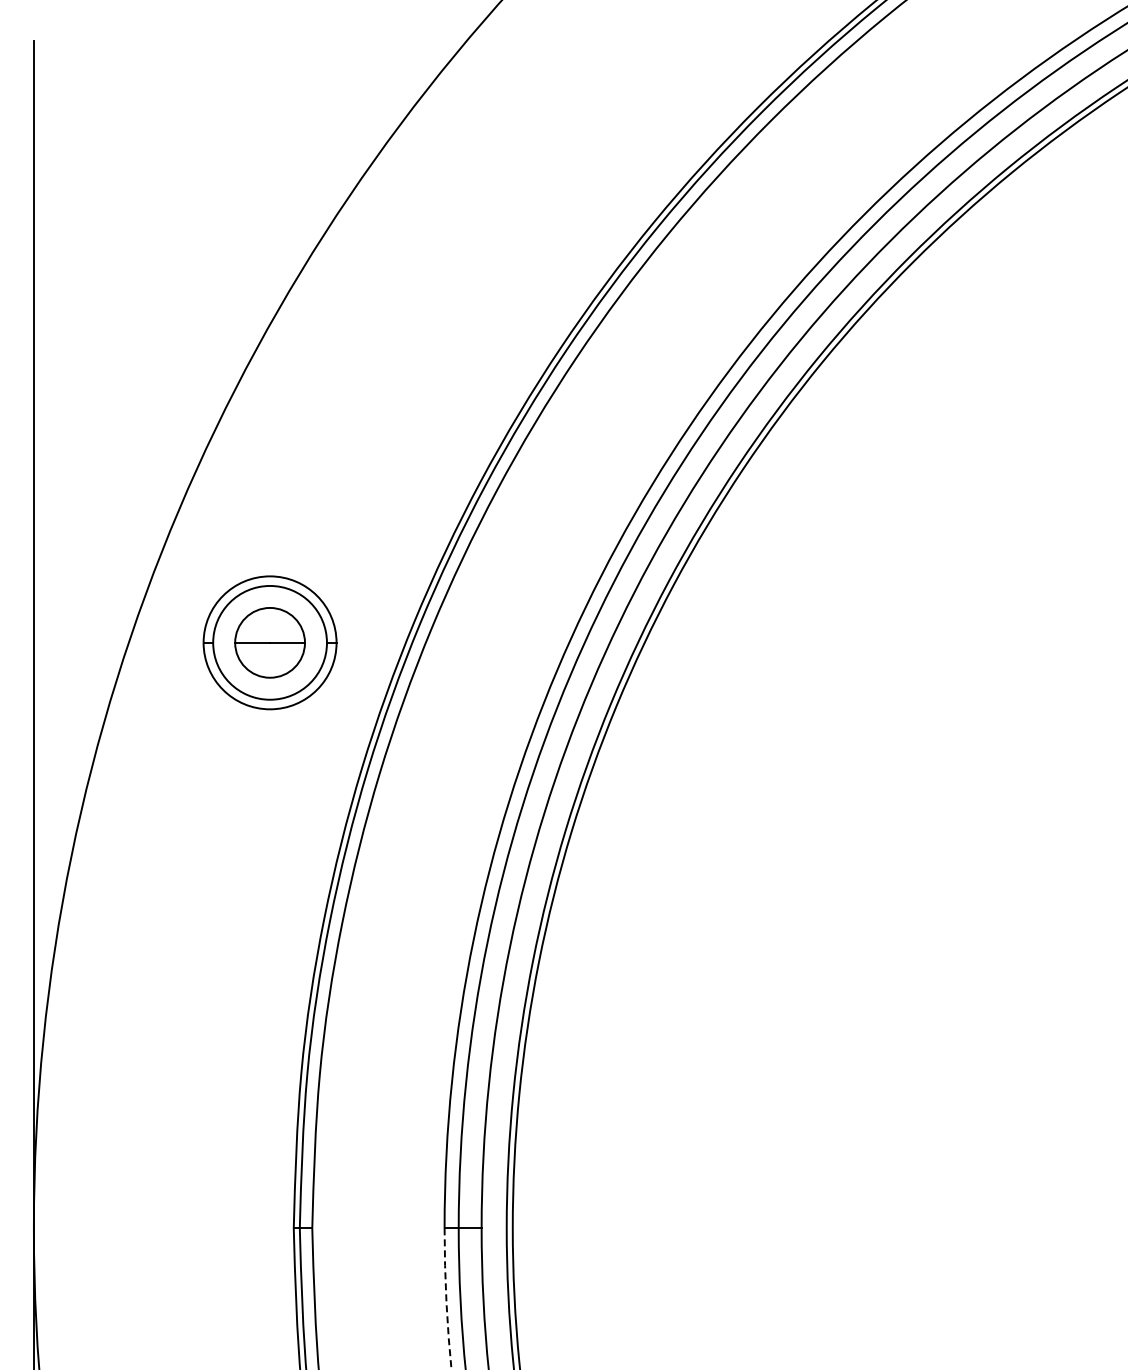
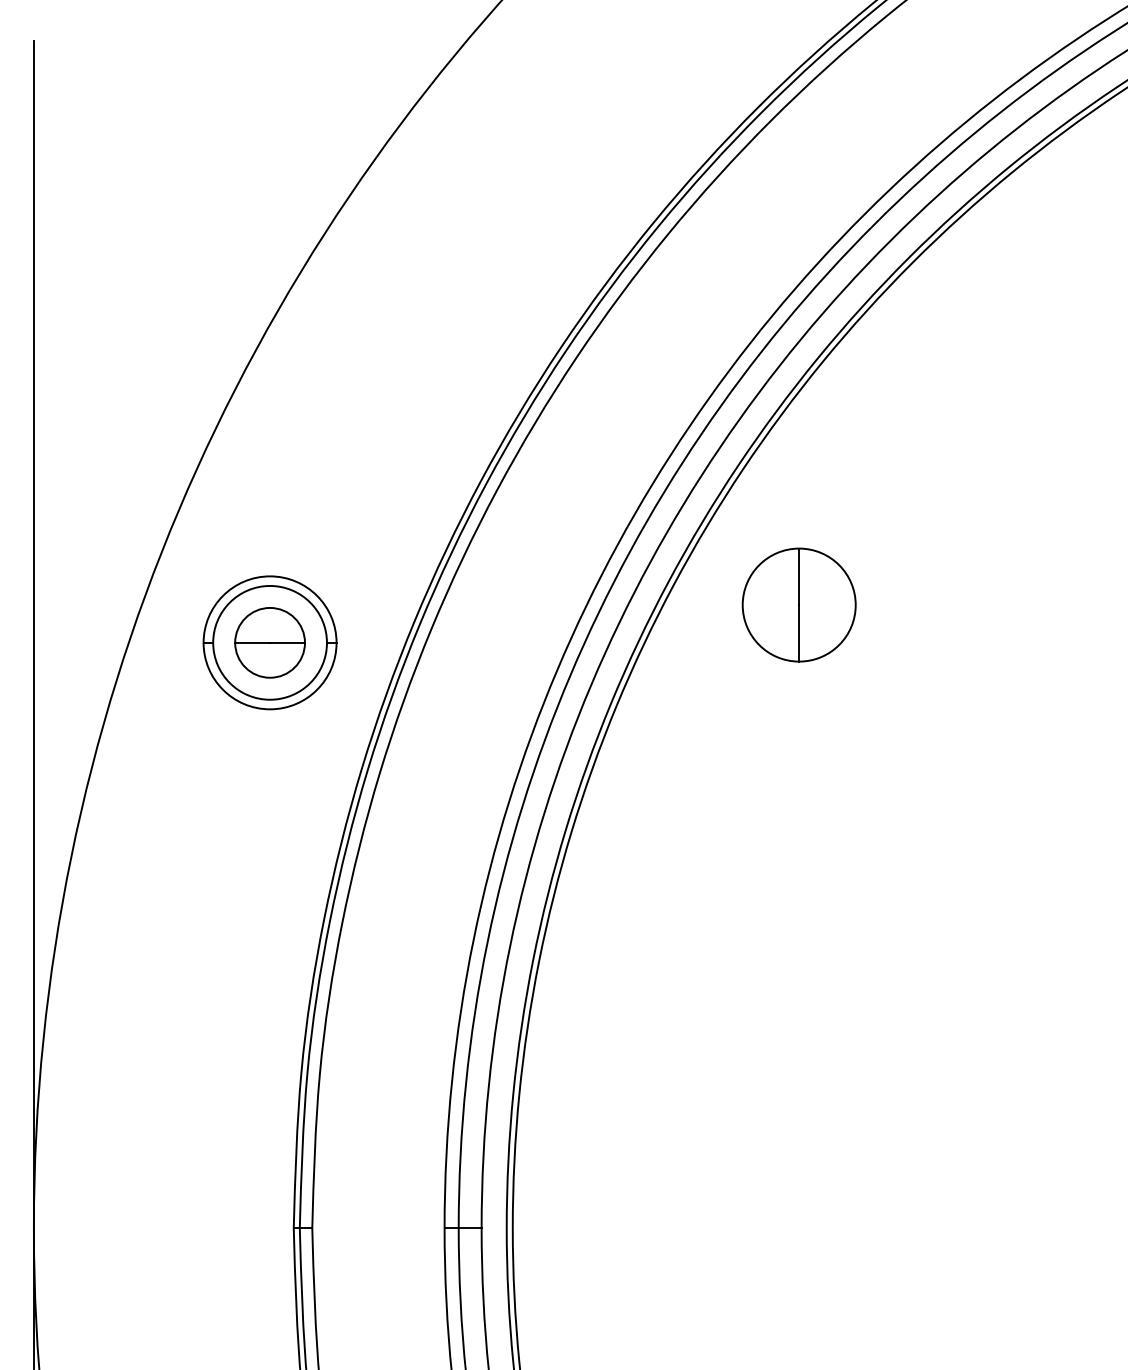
part at (798, 604): none -> present
arc at (446, 1299): dashed -> solid
